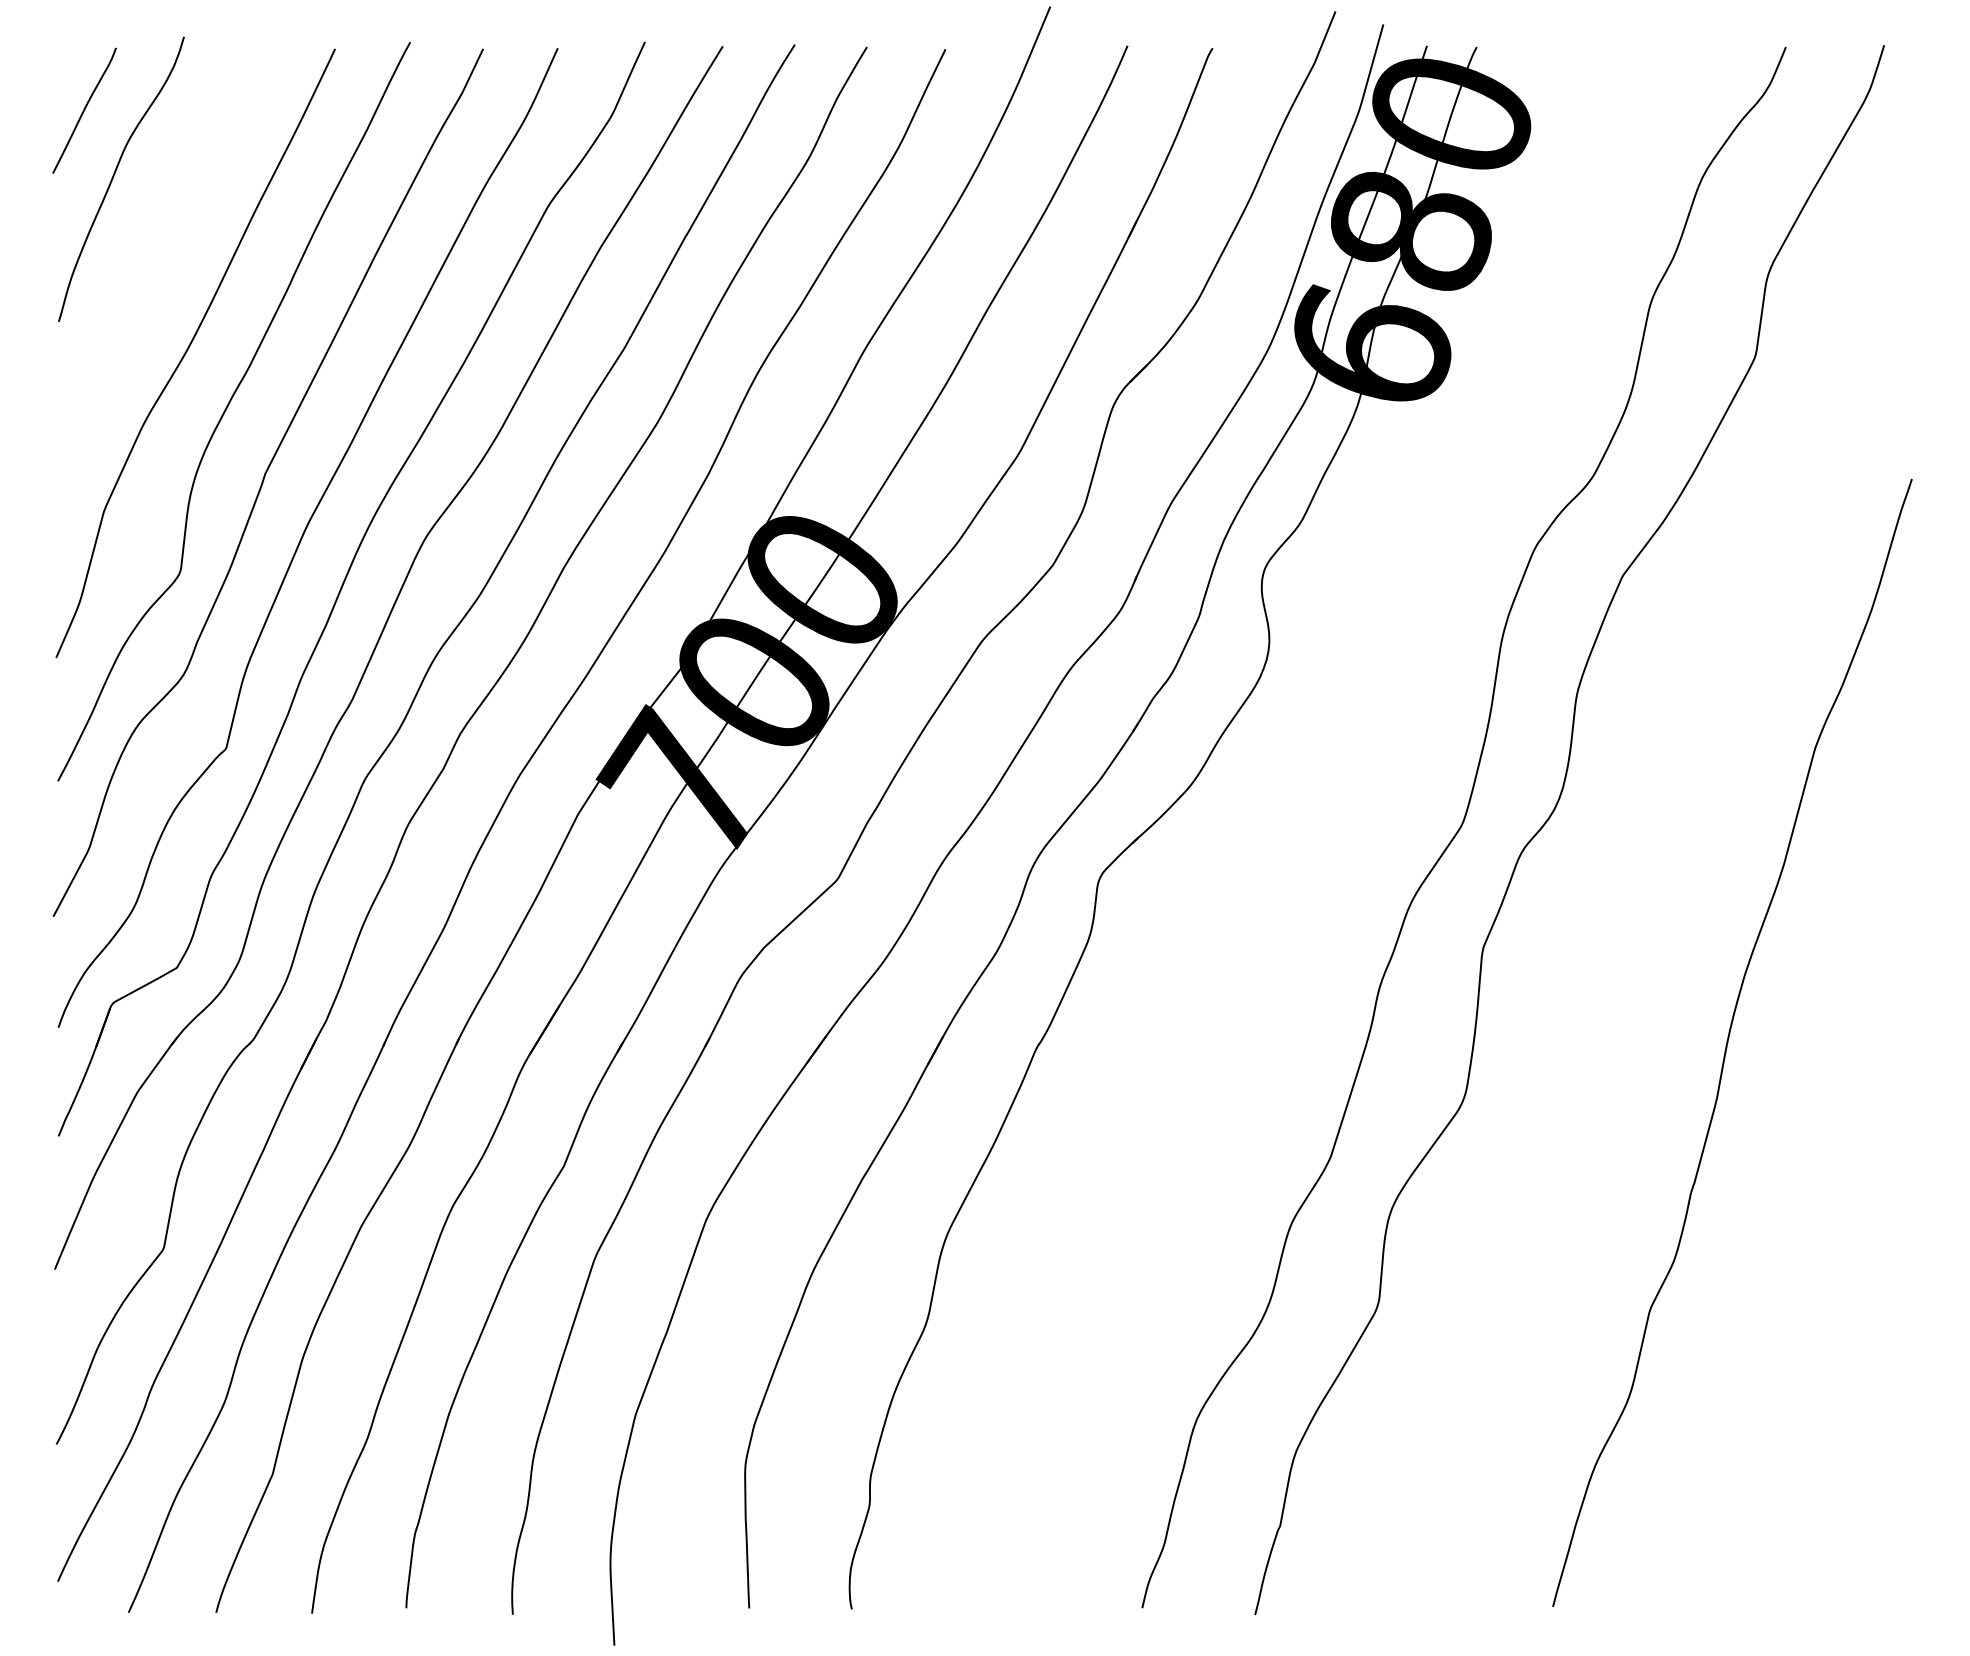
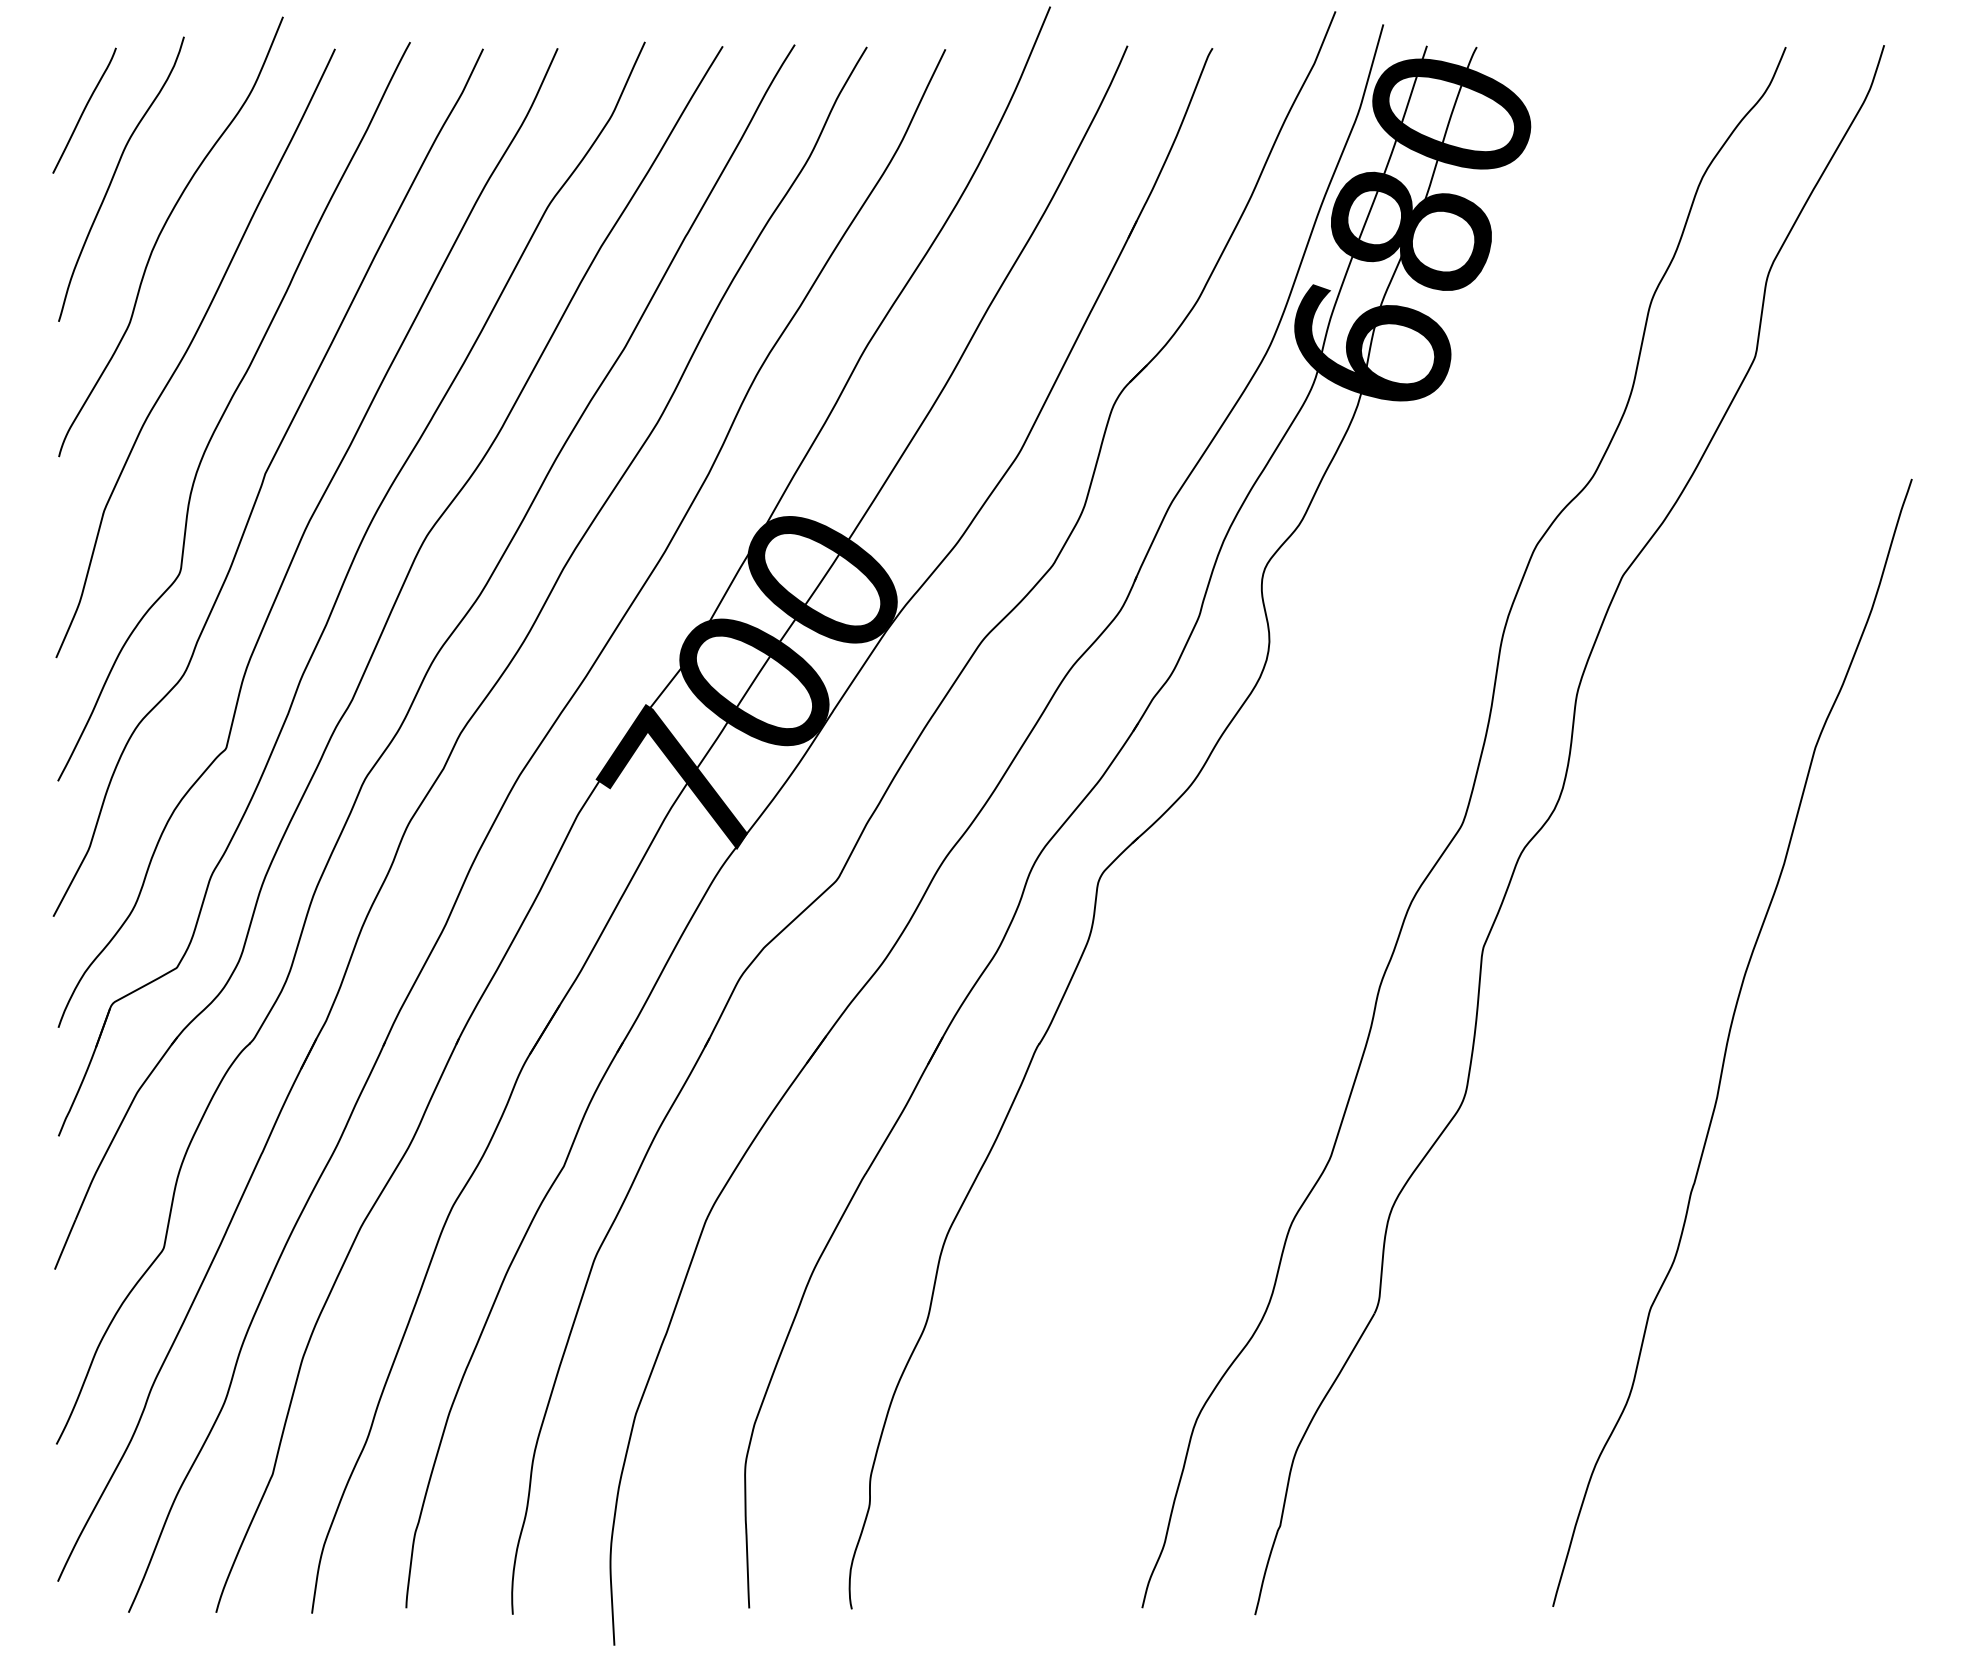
curve at (162, 231): none -> present
